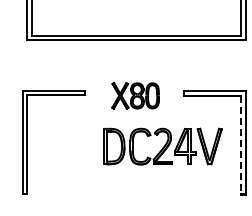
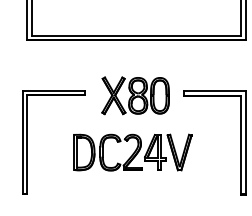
part at (135, 95) size: 49x28 px -> 69x40 px
line at (241, 145): dashed -> solid
part at (162, 146) position: (162, 146) -> (132, 152)
